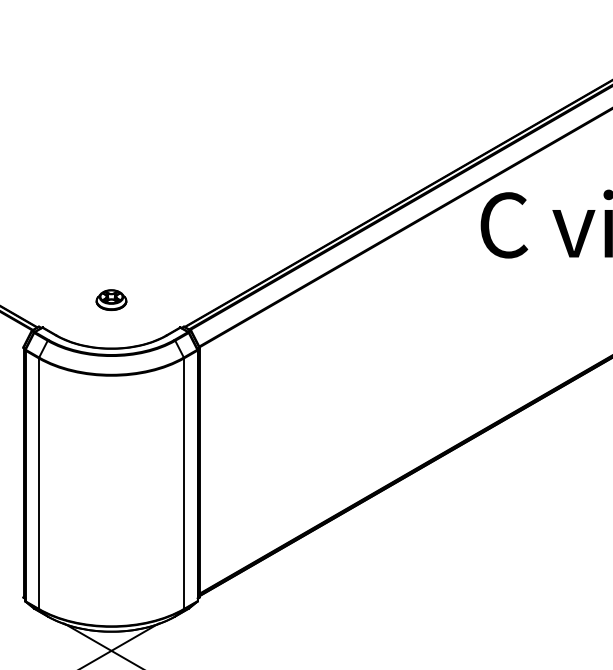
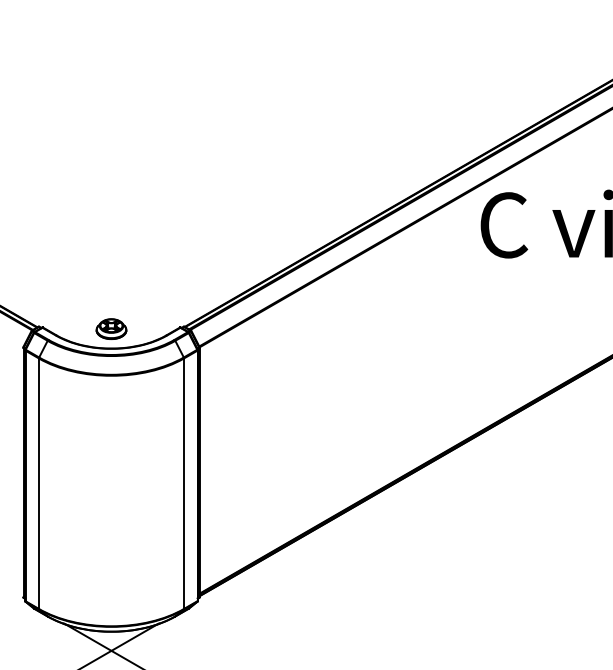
part at (111, 299) position: (111, 299) -> (111, 328)
